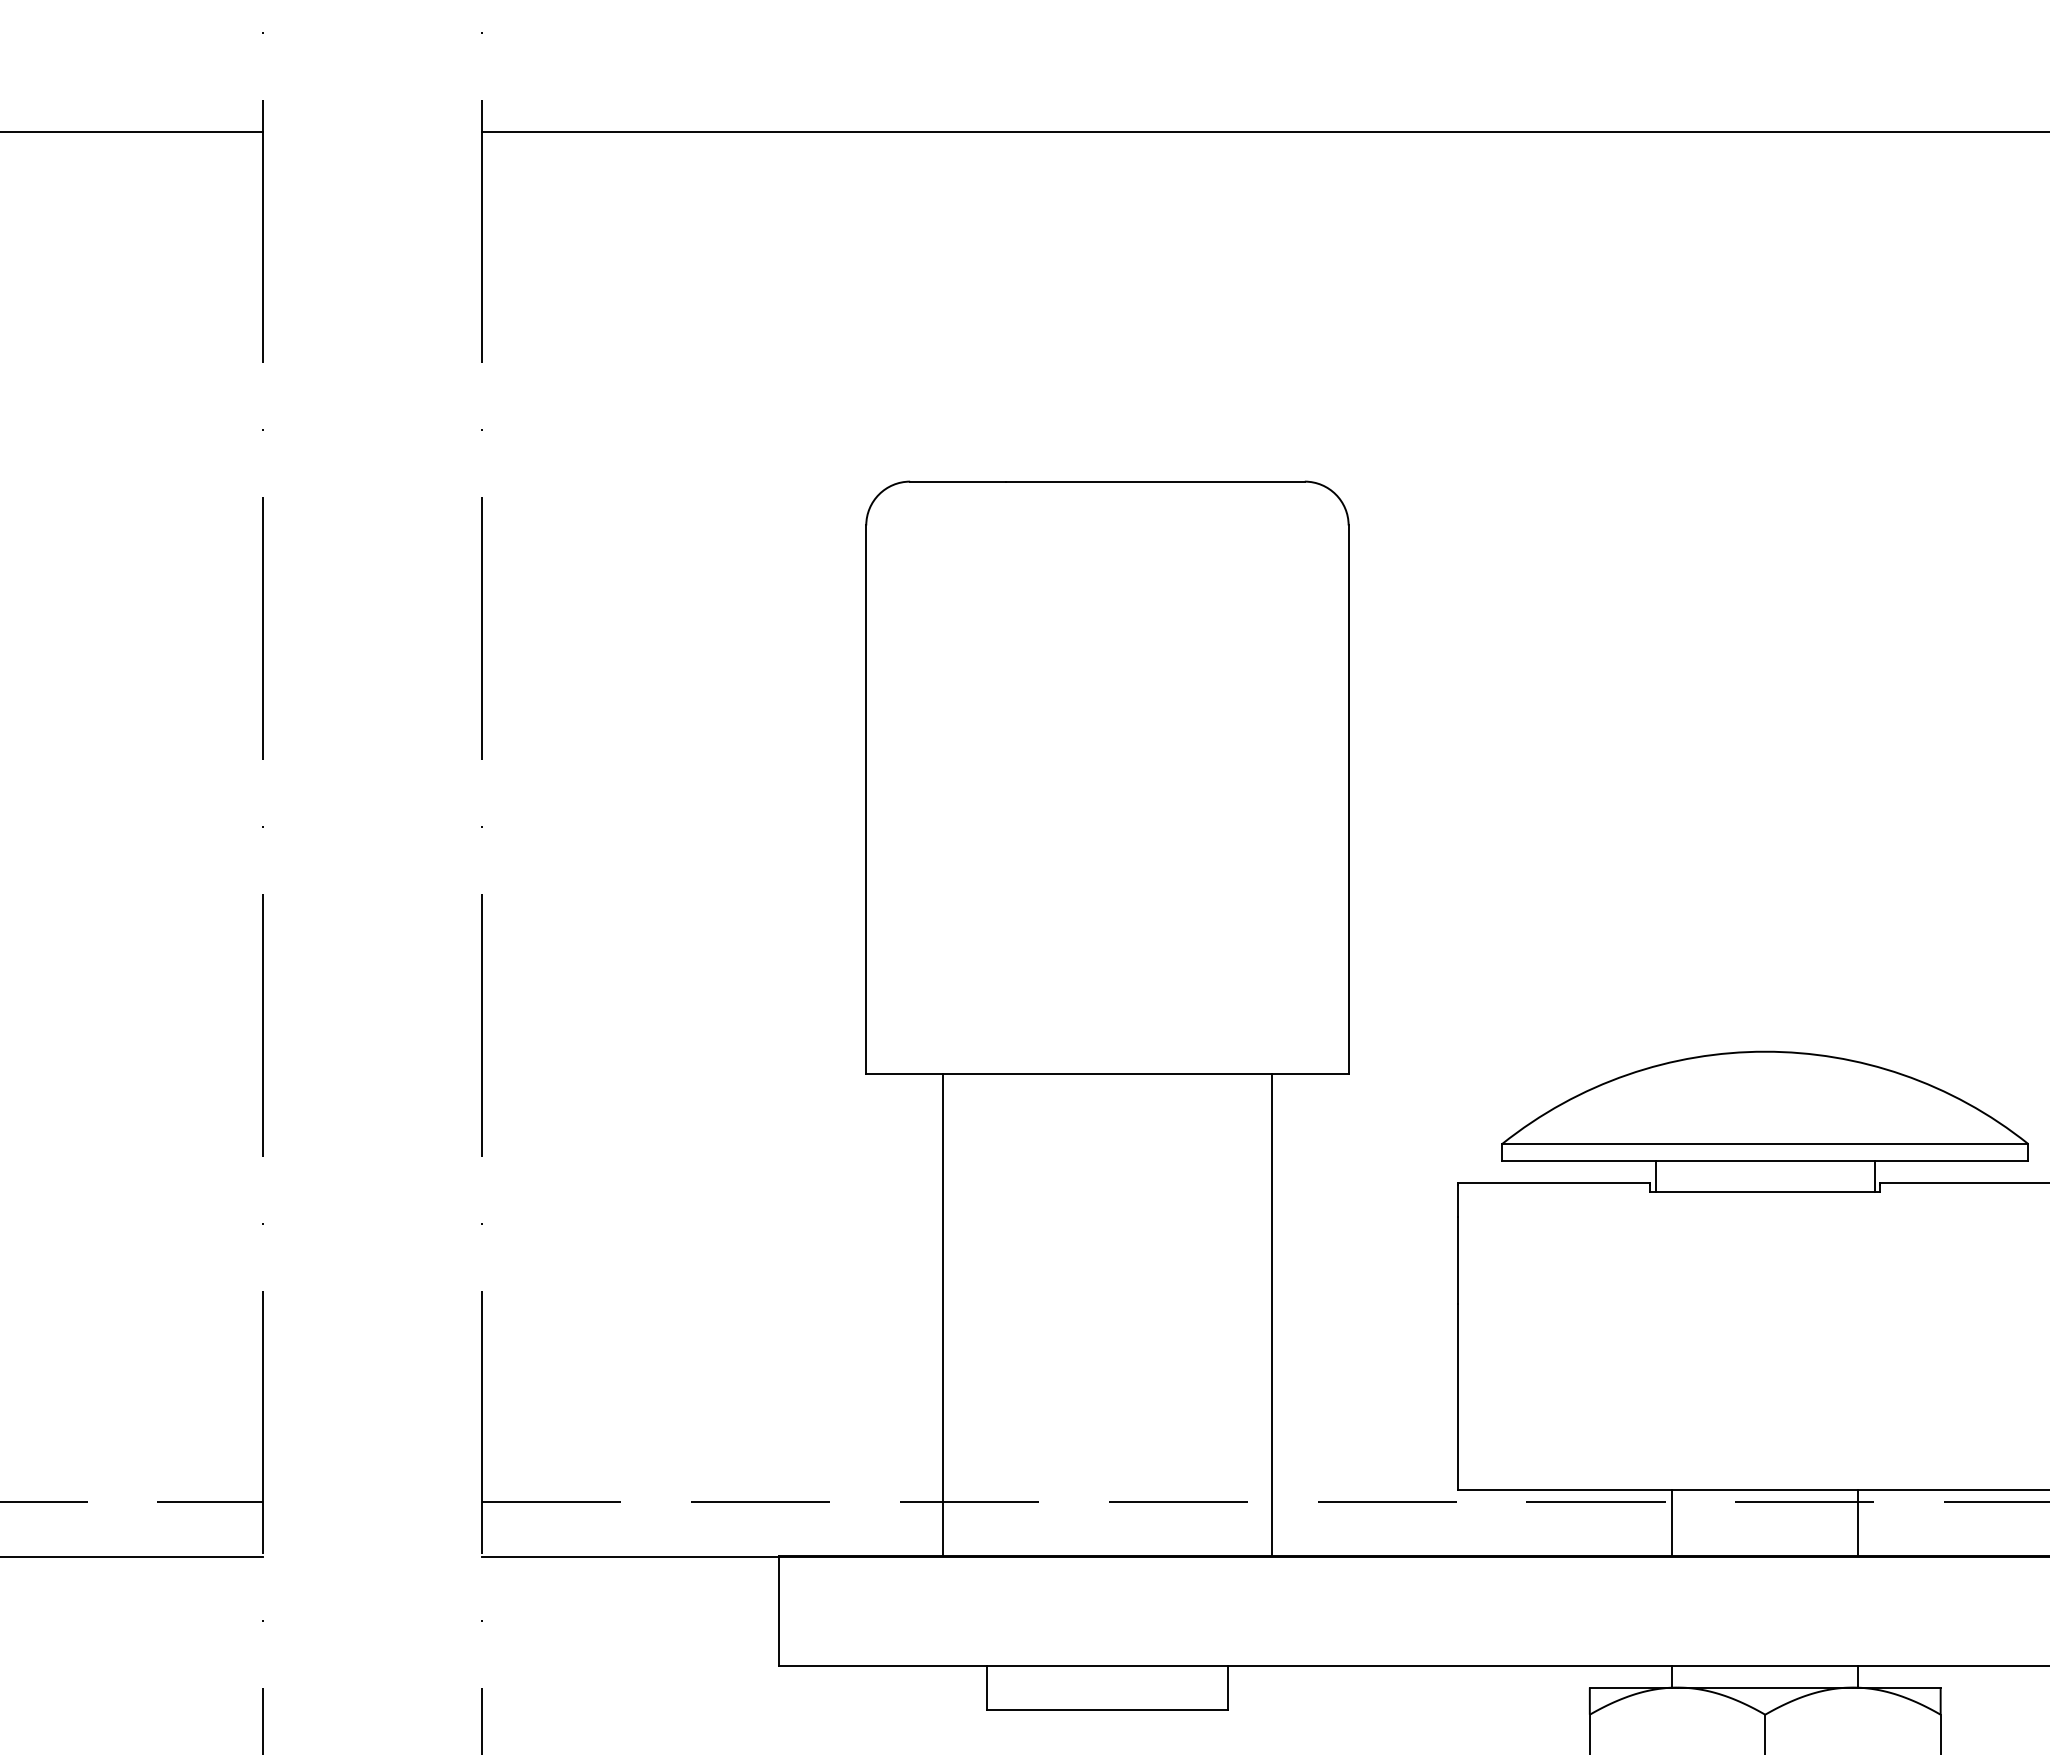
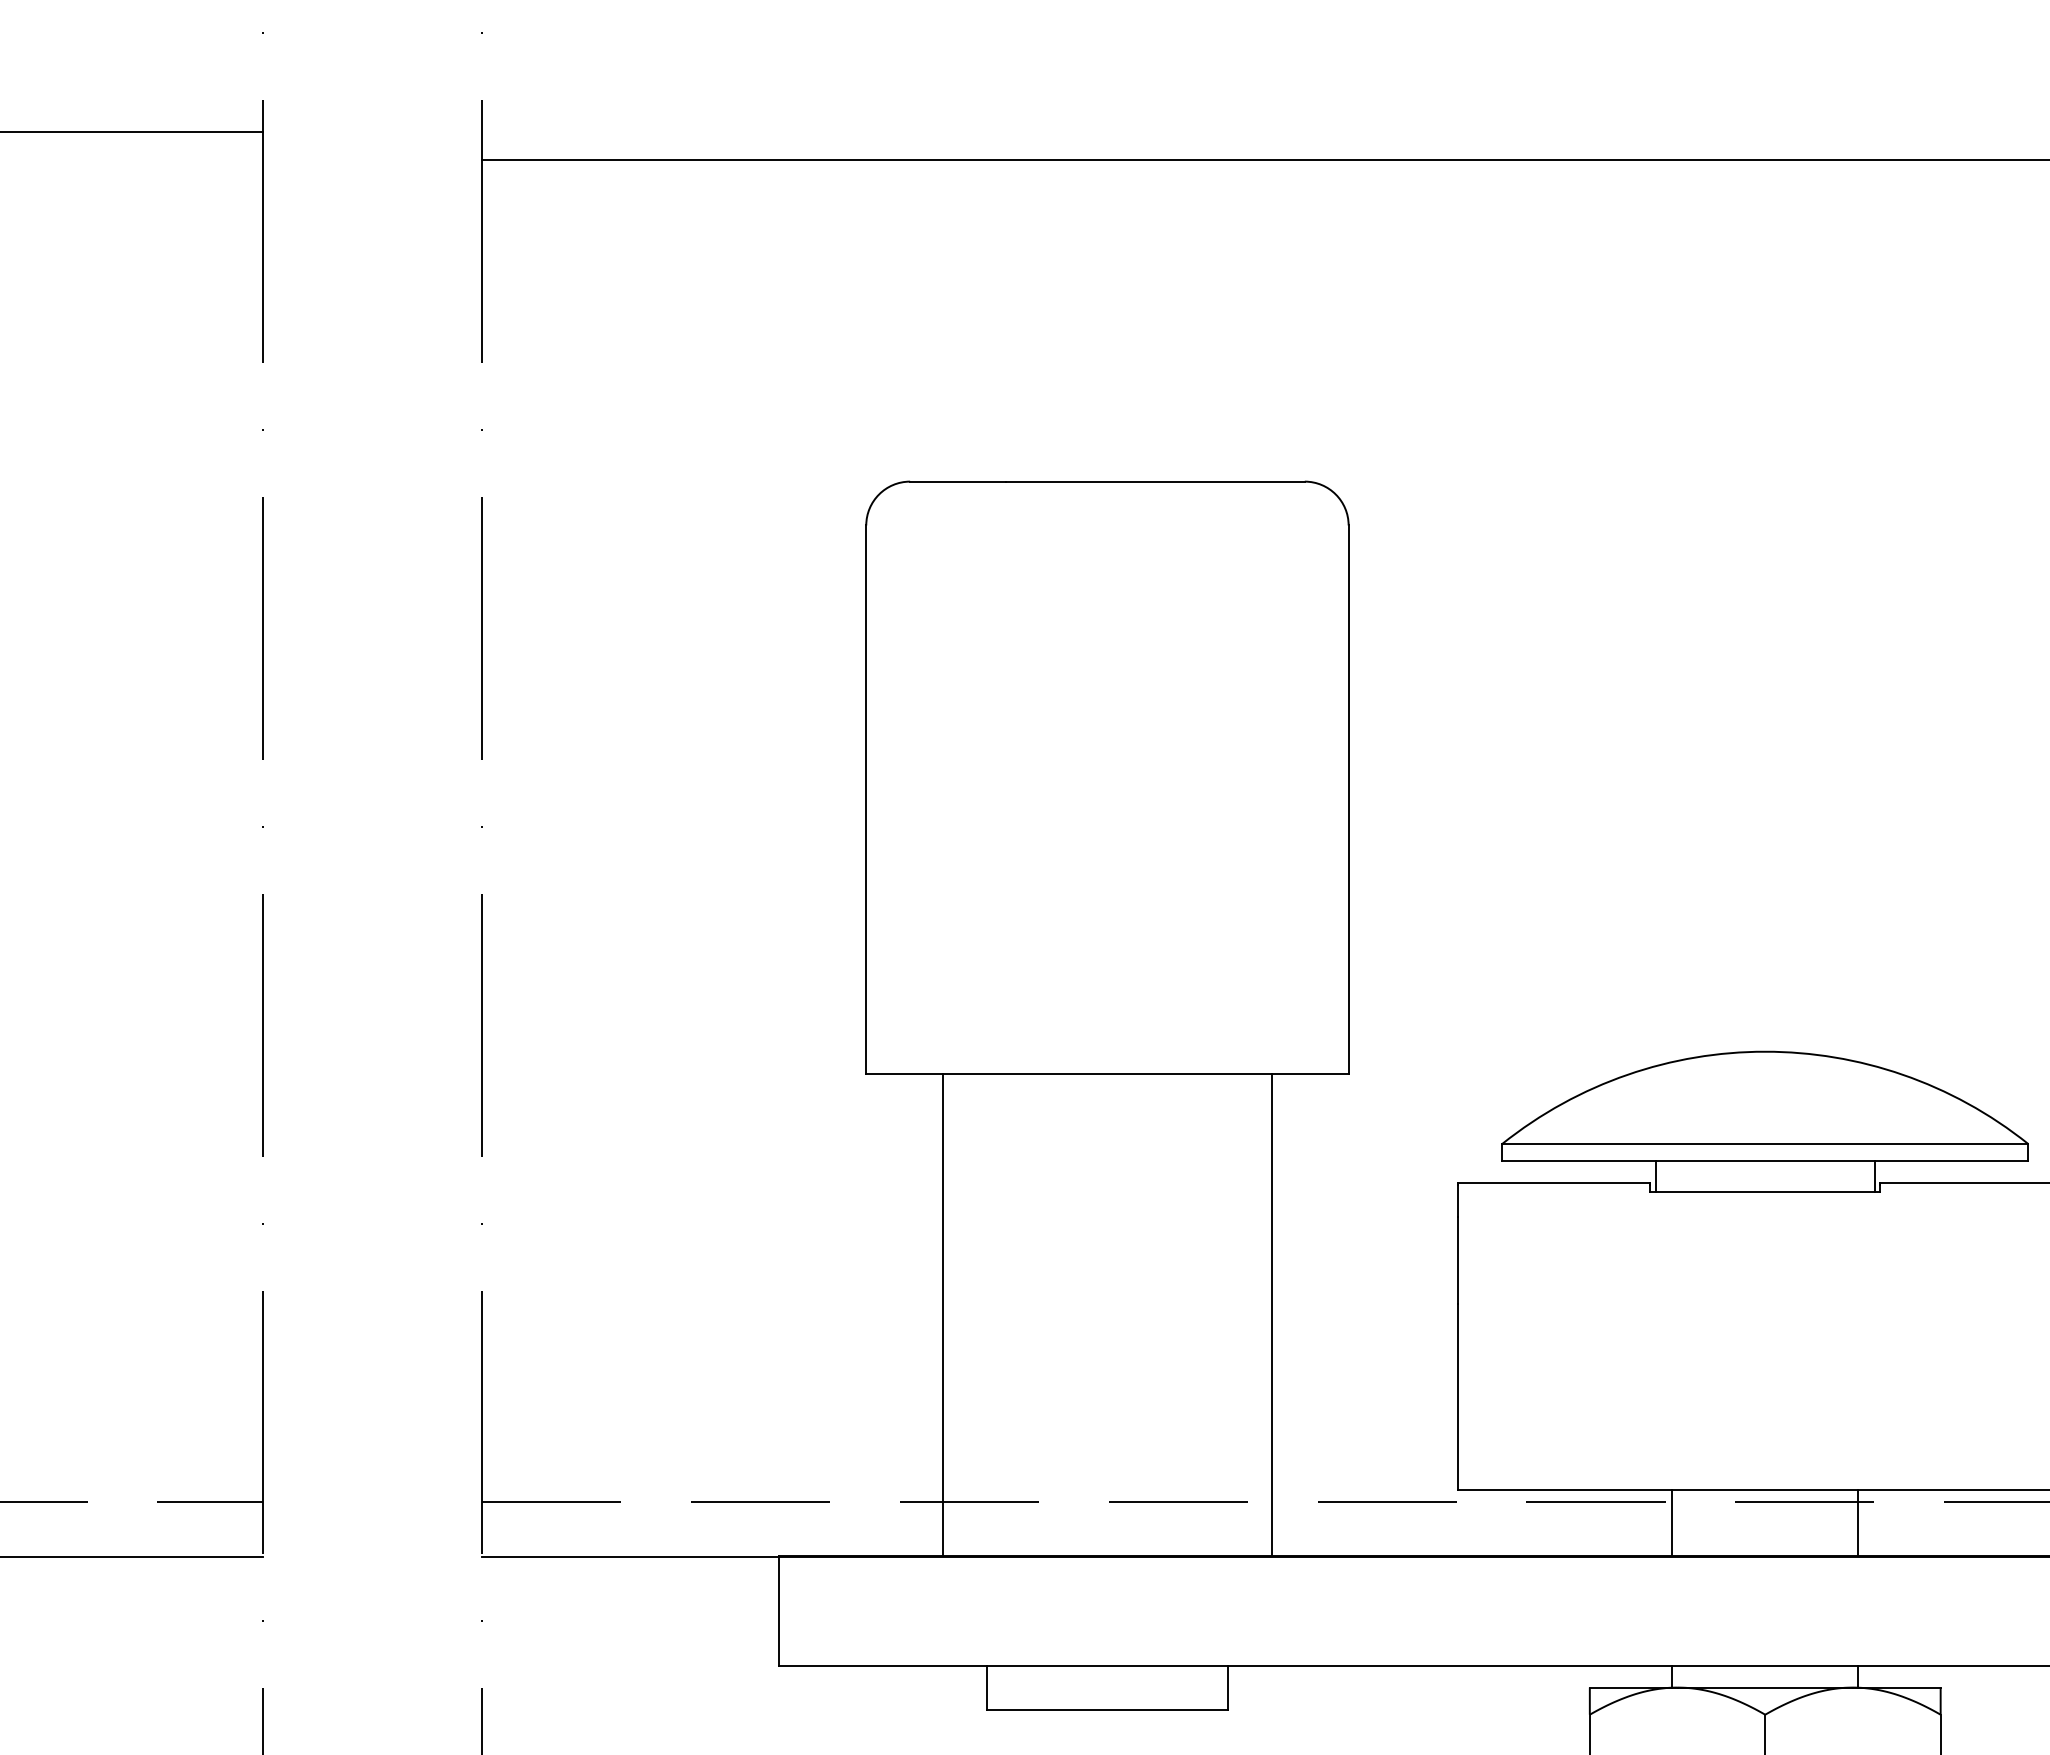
line at (1264, 131) position: (1264, 131) -> (1264, 159)
